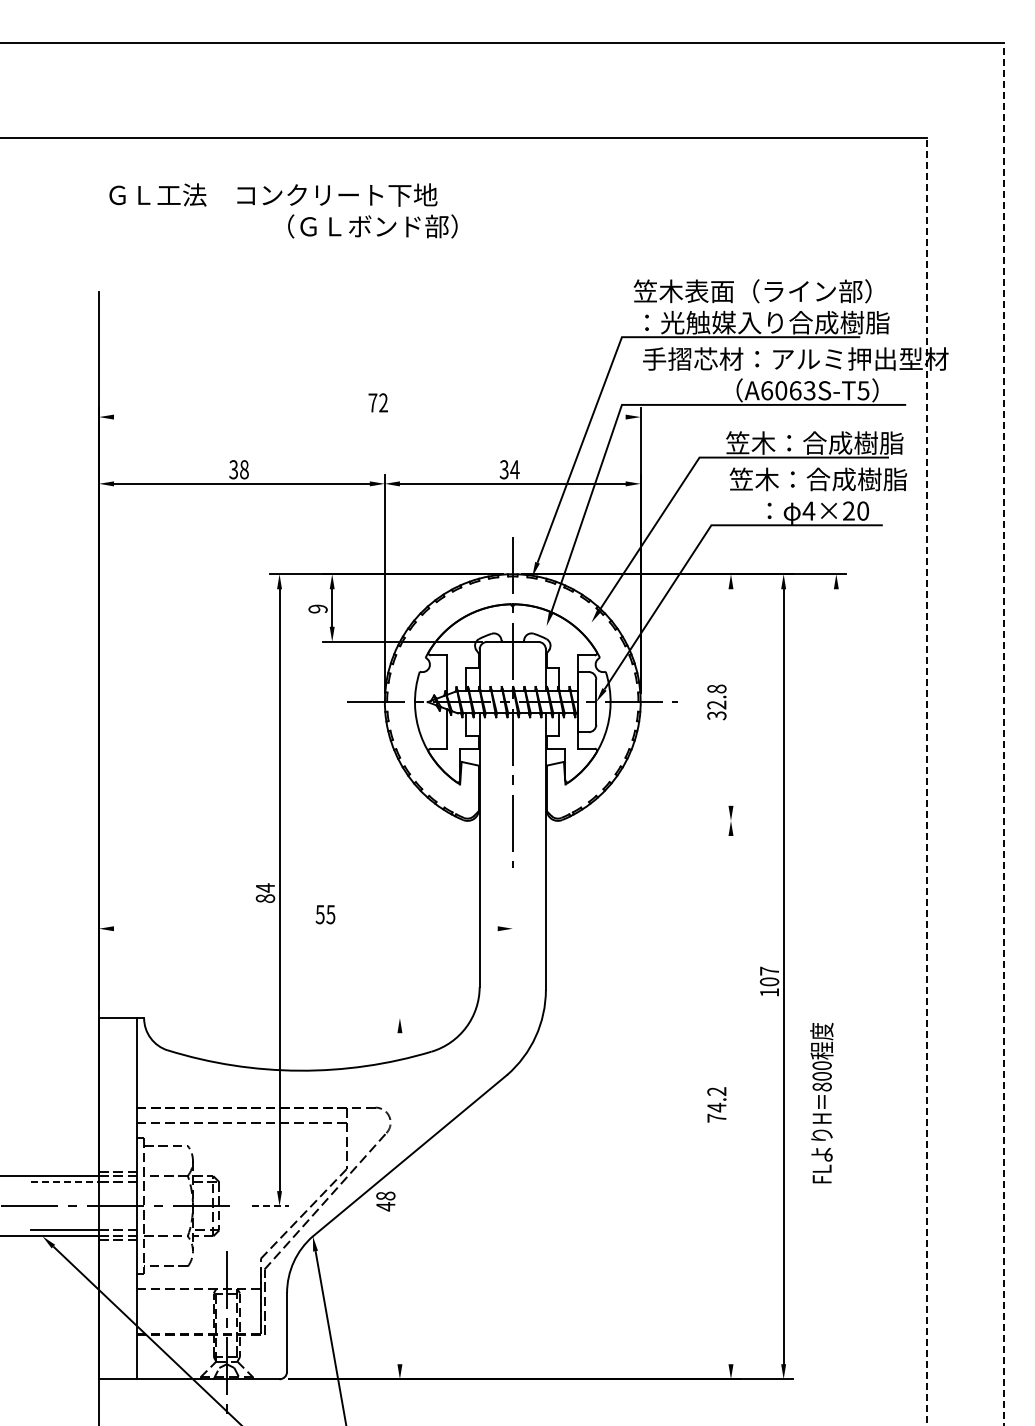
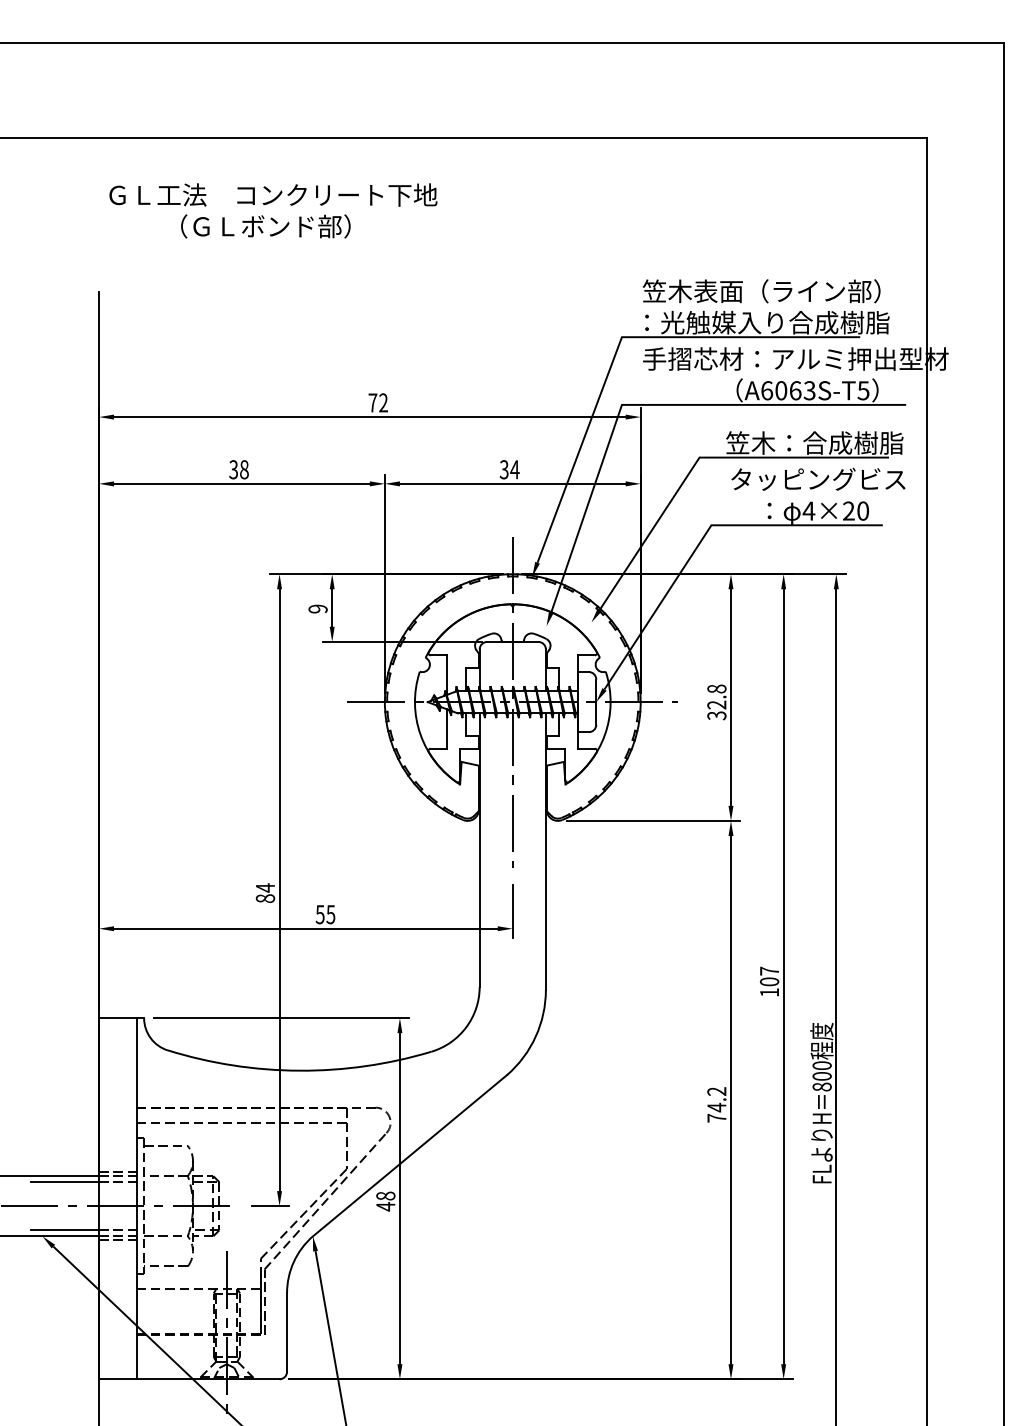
text at (372, 226) position: (372, 226) -> (265, 226)
text at (752, 291) position: (752, 291) -> (761, 291)
line at (369, 417): none -> present
text at (818, 479): 笠木：合成樹脂 -> タッピングビス
line at (730, 697): none -> present
line at (1003, 733): dashed -> solid
line at (926, 781): dashed -> solid
line at (653, 820): none -> present
line at (512, 911): none -> present
line at (305, 928): none -> present
line at (836, 1005): none -> present
line at (281, 1018): none -> present
line at (730, 1099): none -> present
line at (65, 1182): dashed -> solid
line at (399, 1198): none -> present
line at (270, 1206): dashed -> solid
